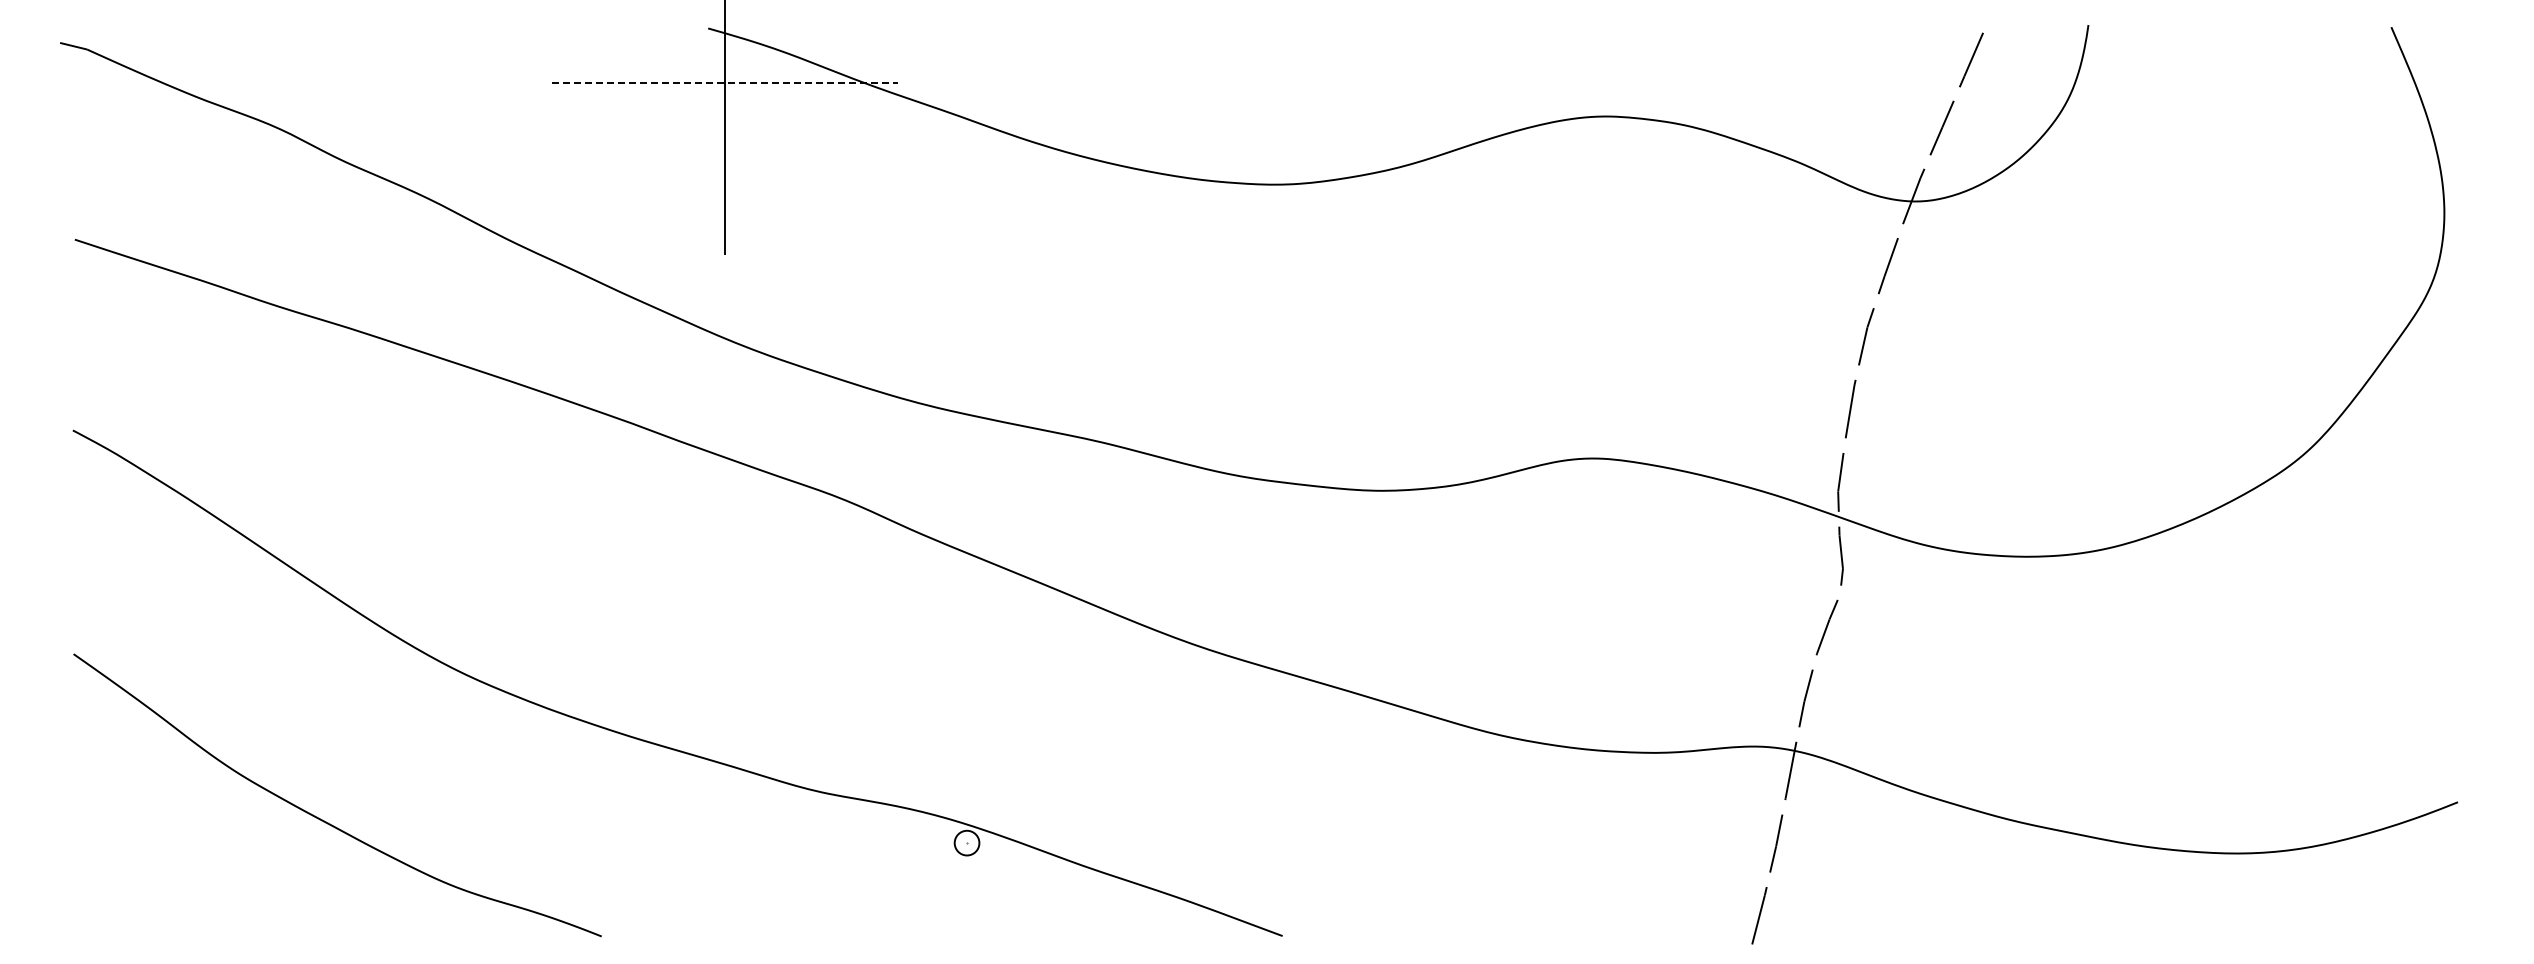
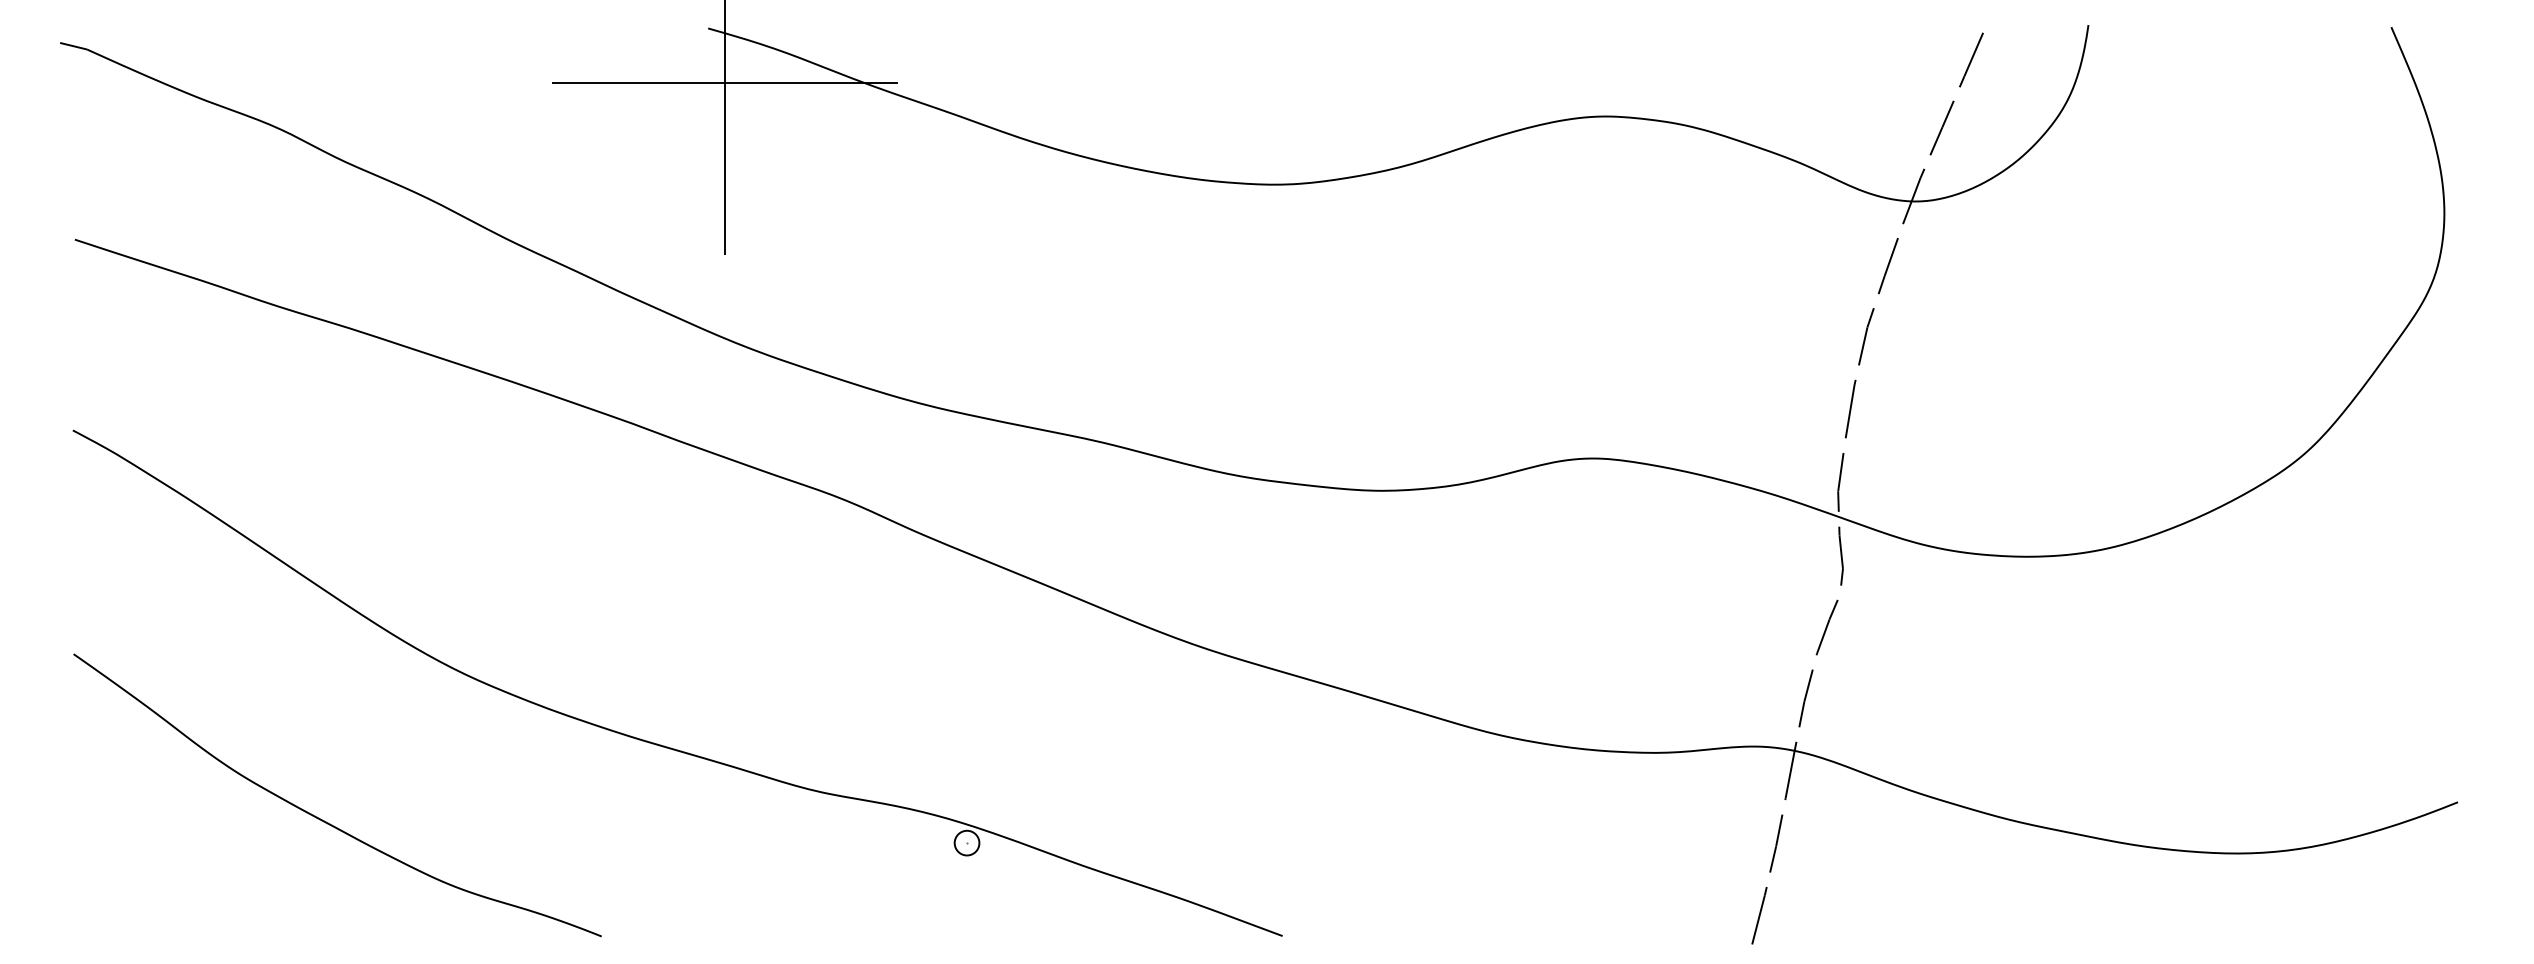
line at (724, 82): dashed -> solid
